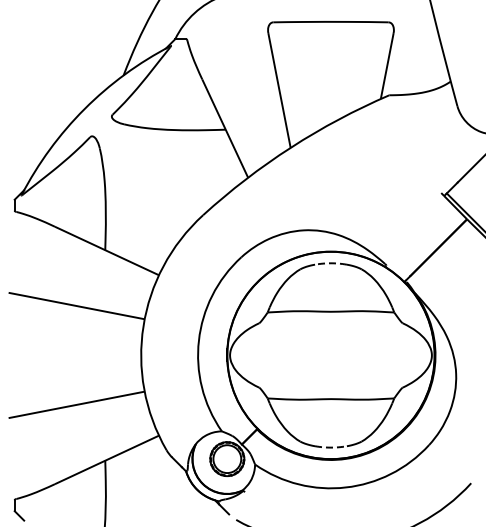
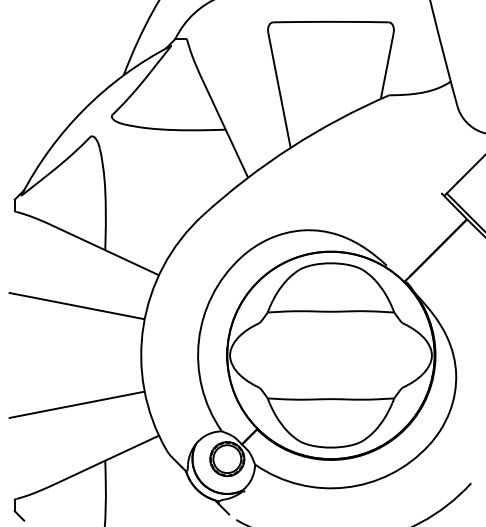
arc at (330, 263): dashed -> solid
arc at (330, 447): dashed -> solid
